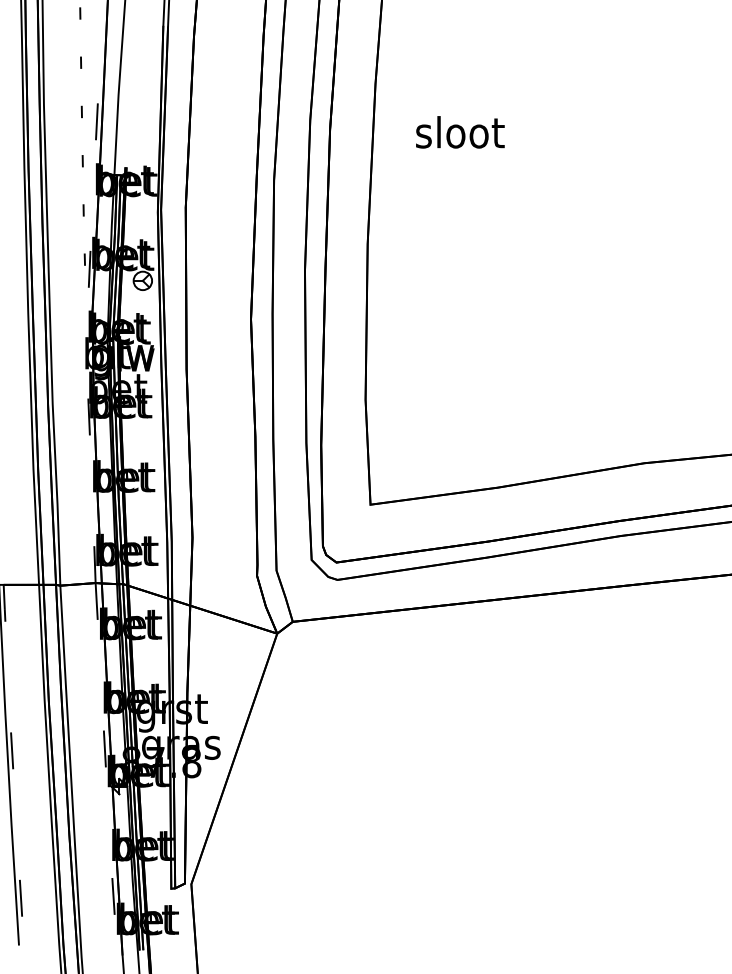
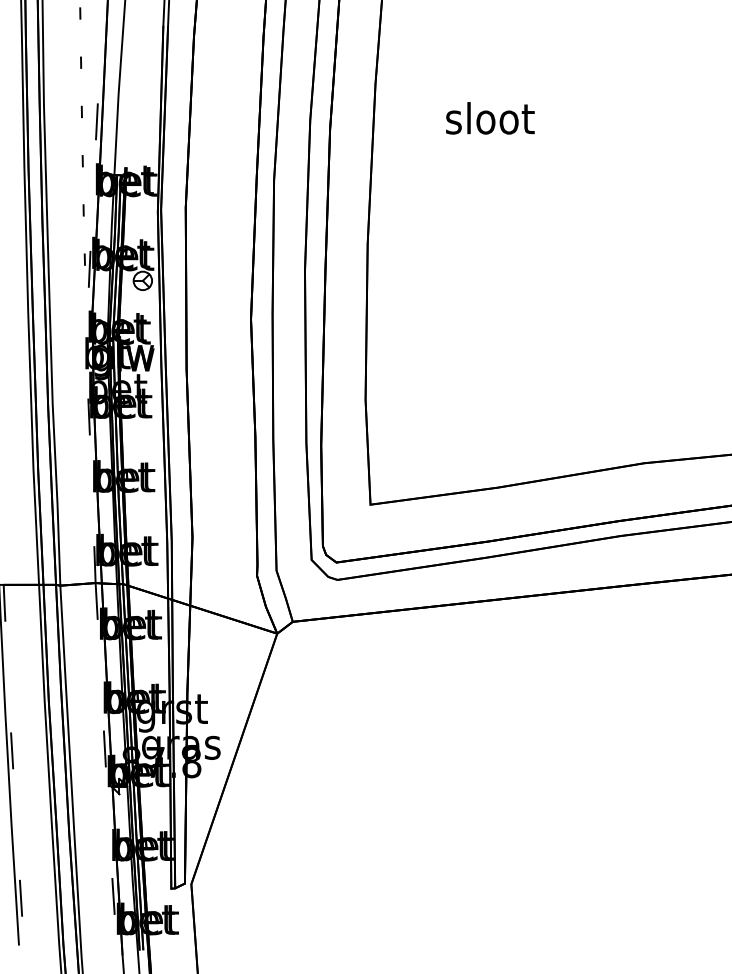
text at (460, 132) position: (460, 132) -> (490, 118)
